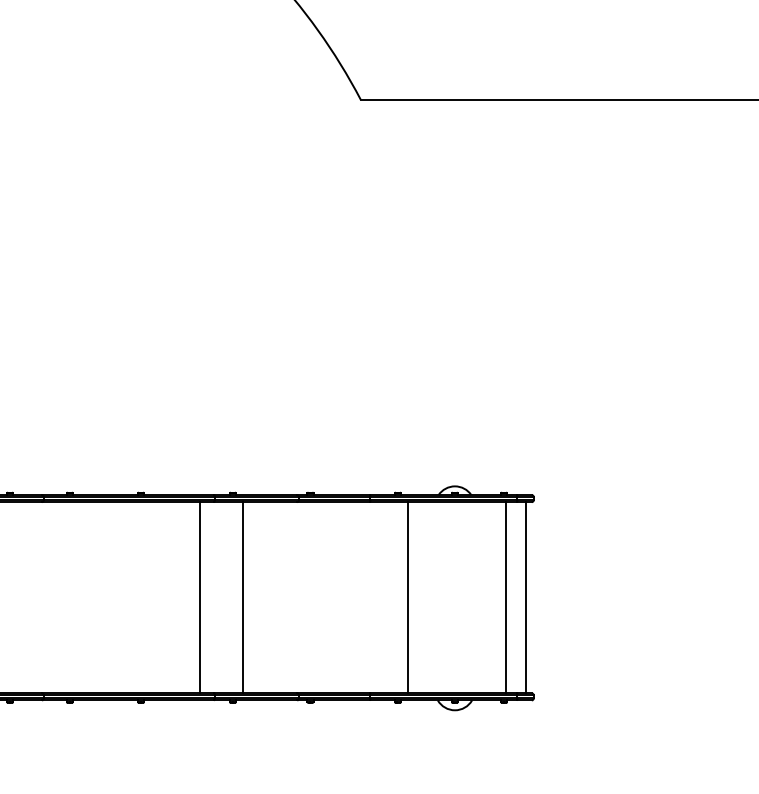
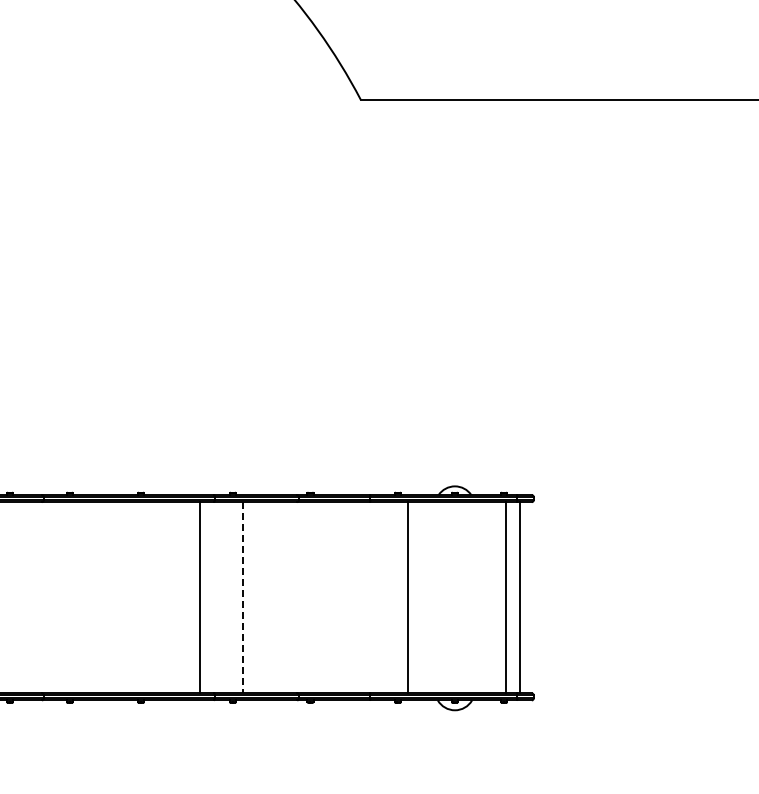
line at (243, 597): solid -> dashed
line at (525, 597) position: (525, 597) -> (519, 597)
